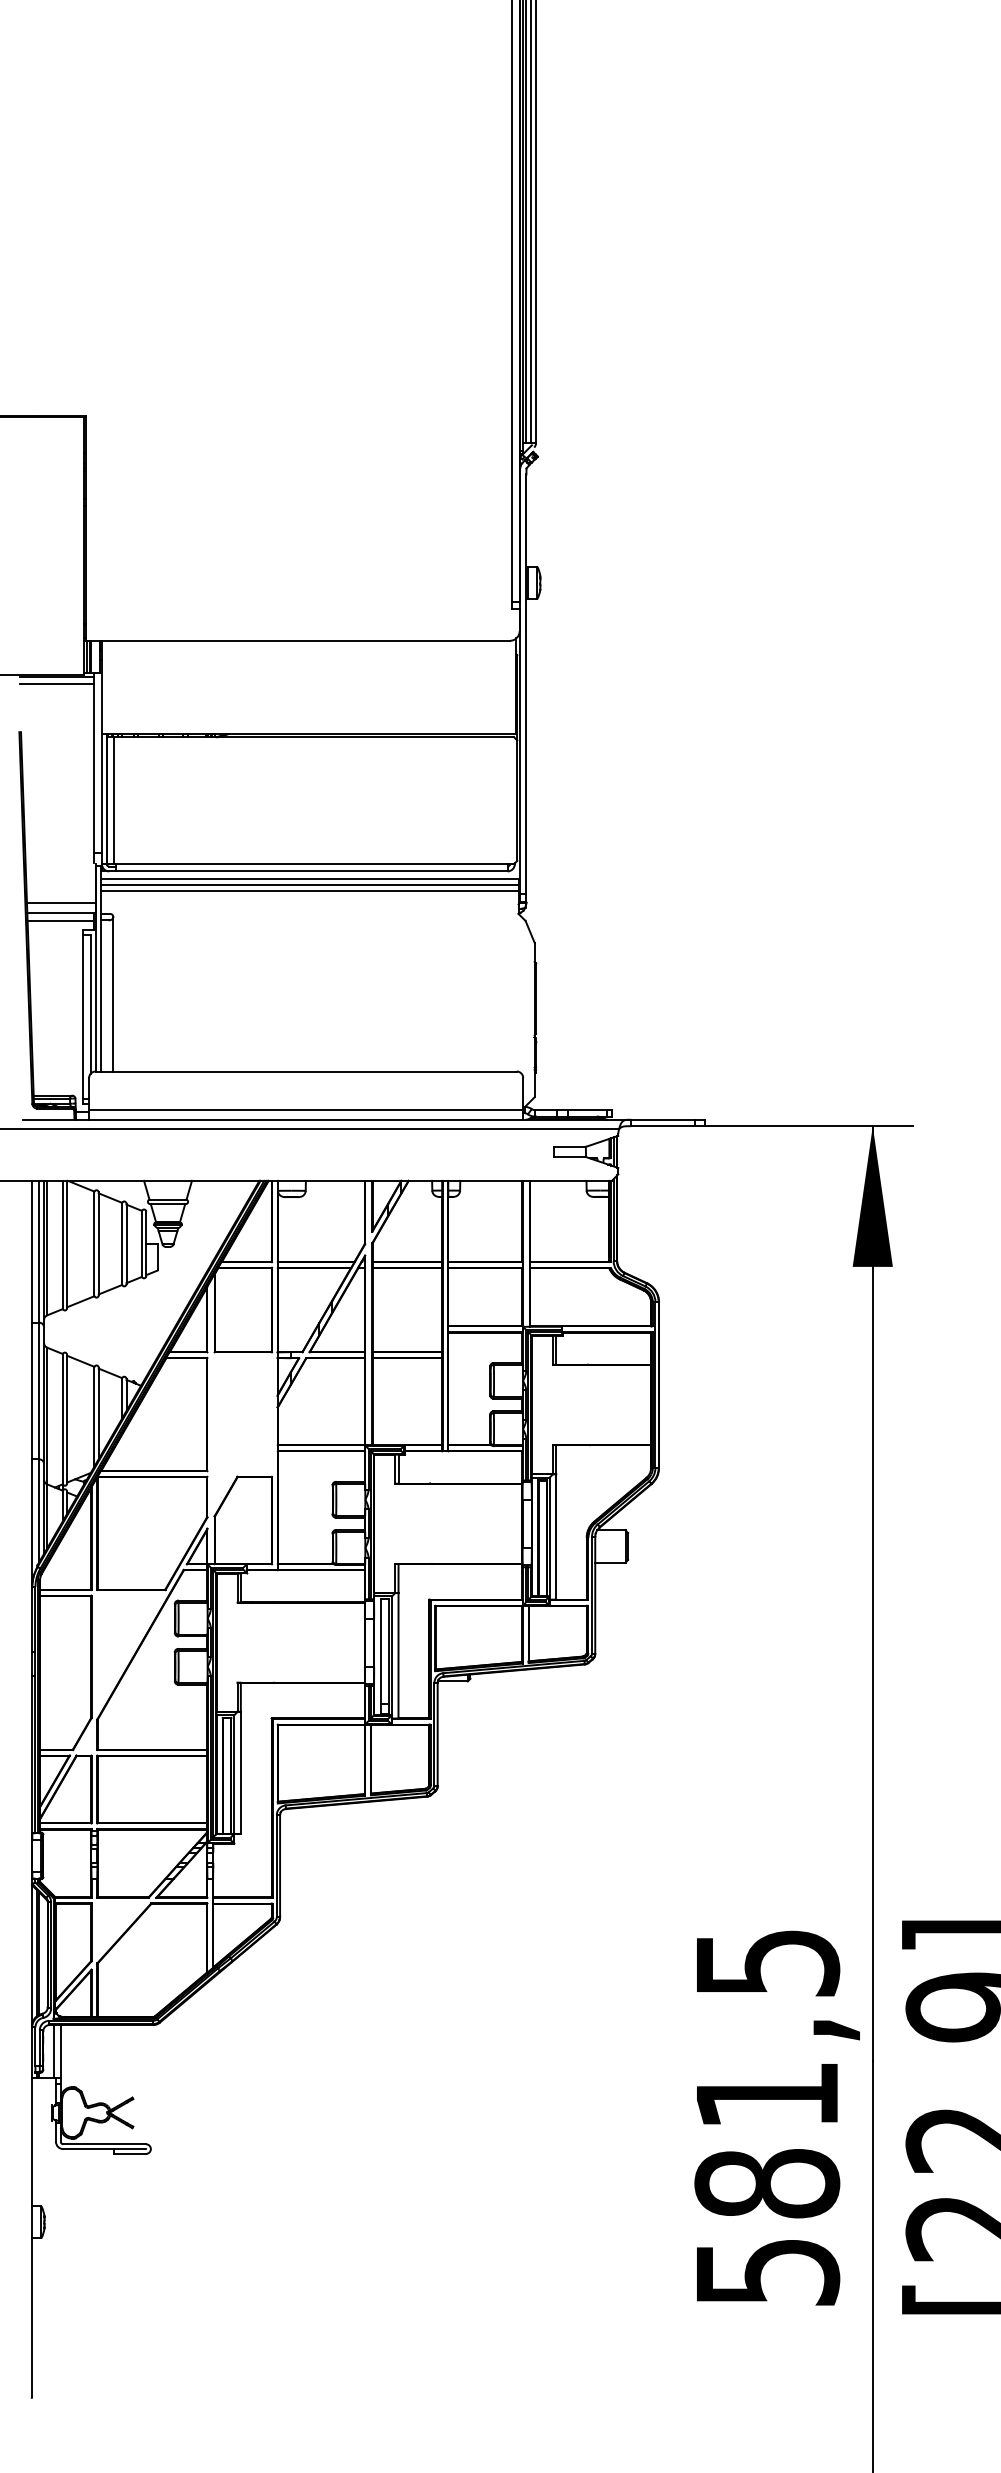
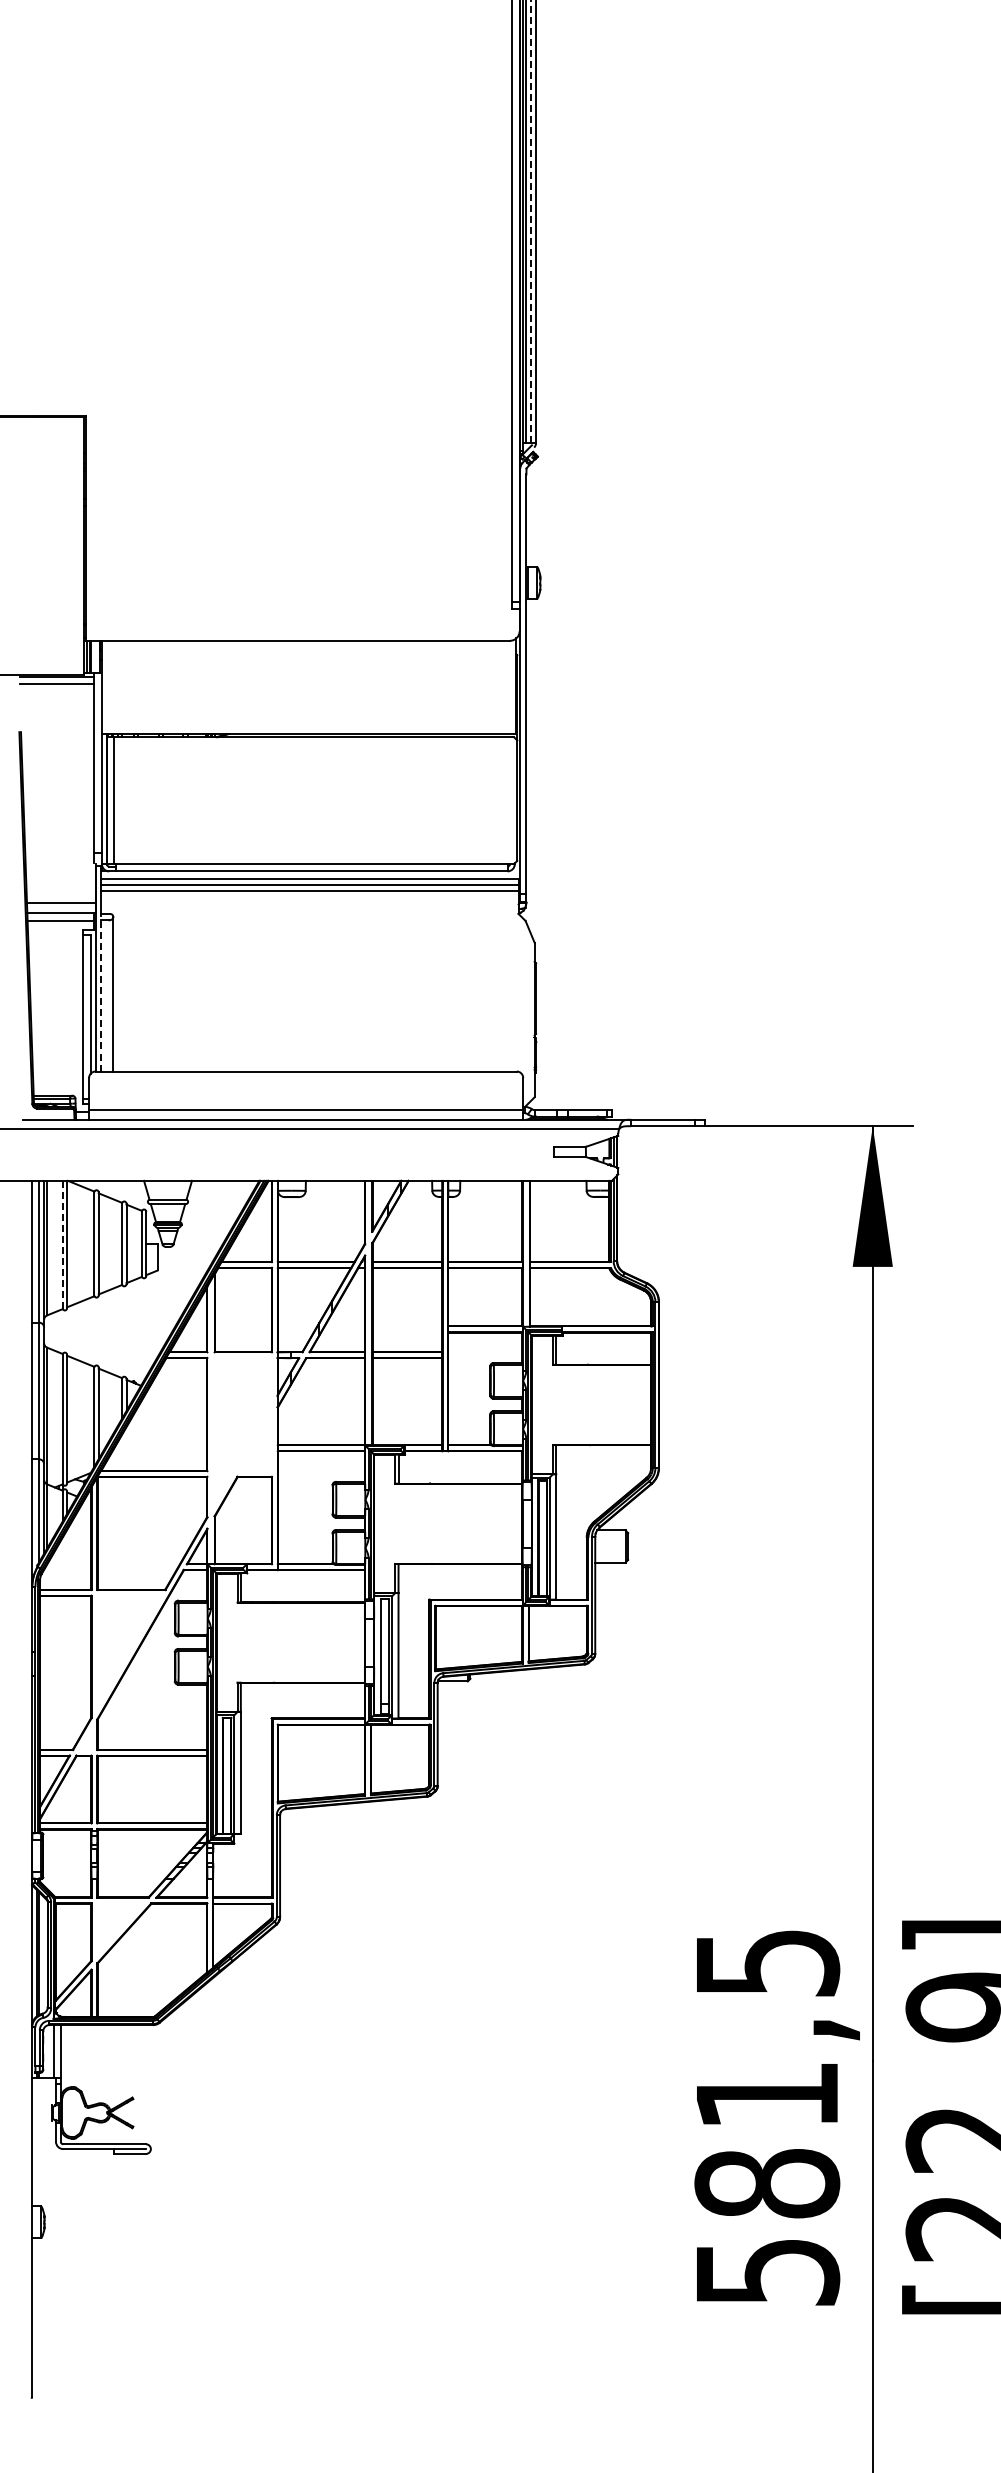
line at (531, 221): solid -> dashed
line at (100, 992): solid -> dashed
line at (62, 1245): solid -> dashed
